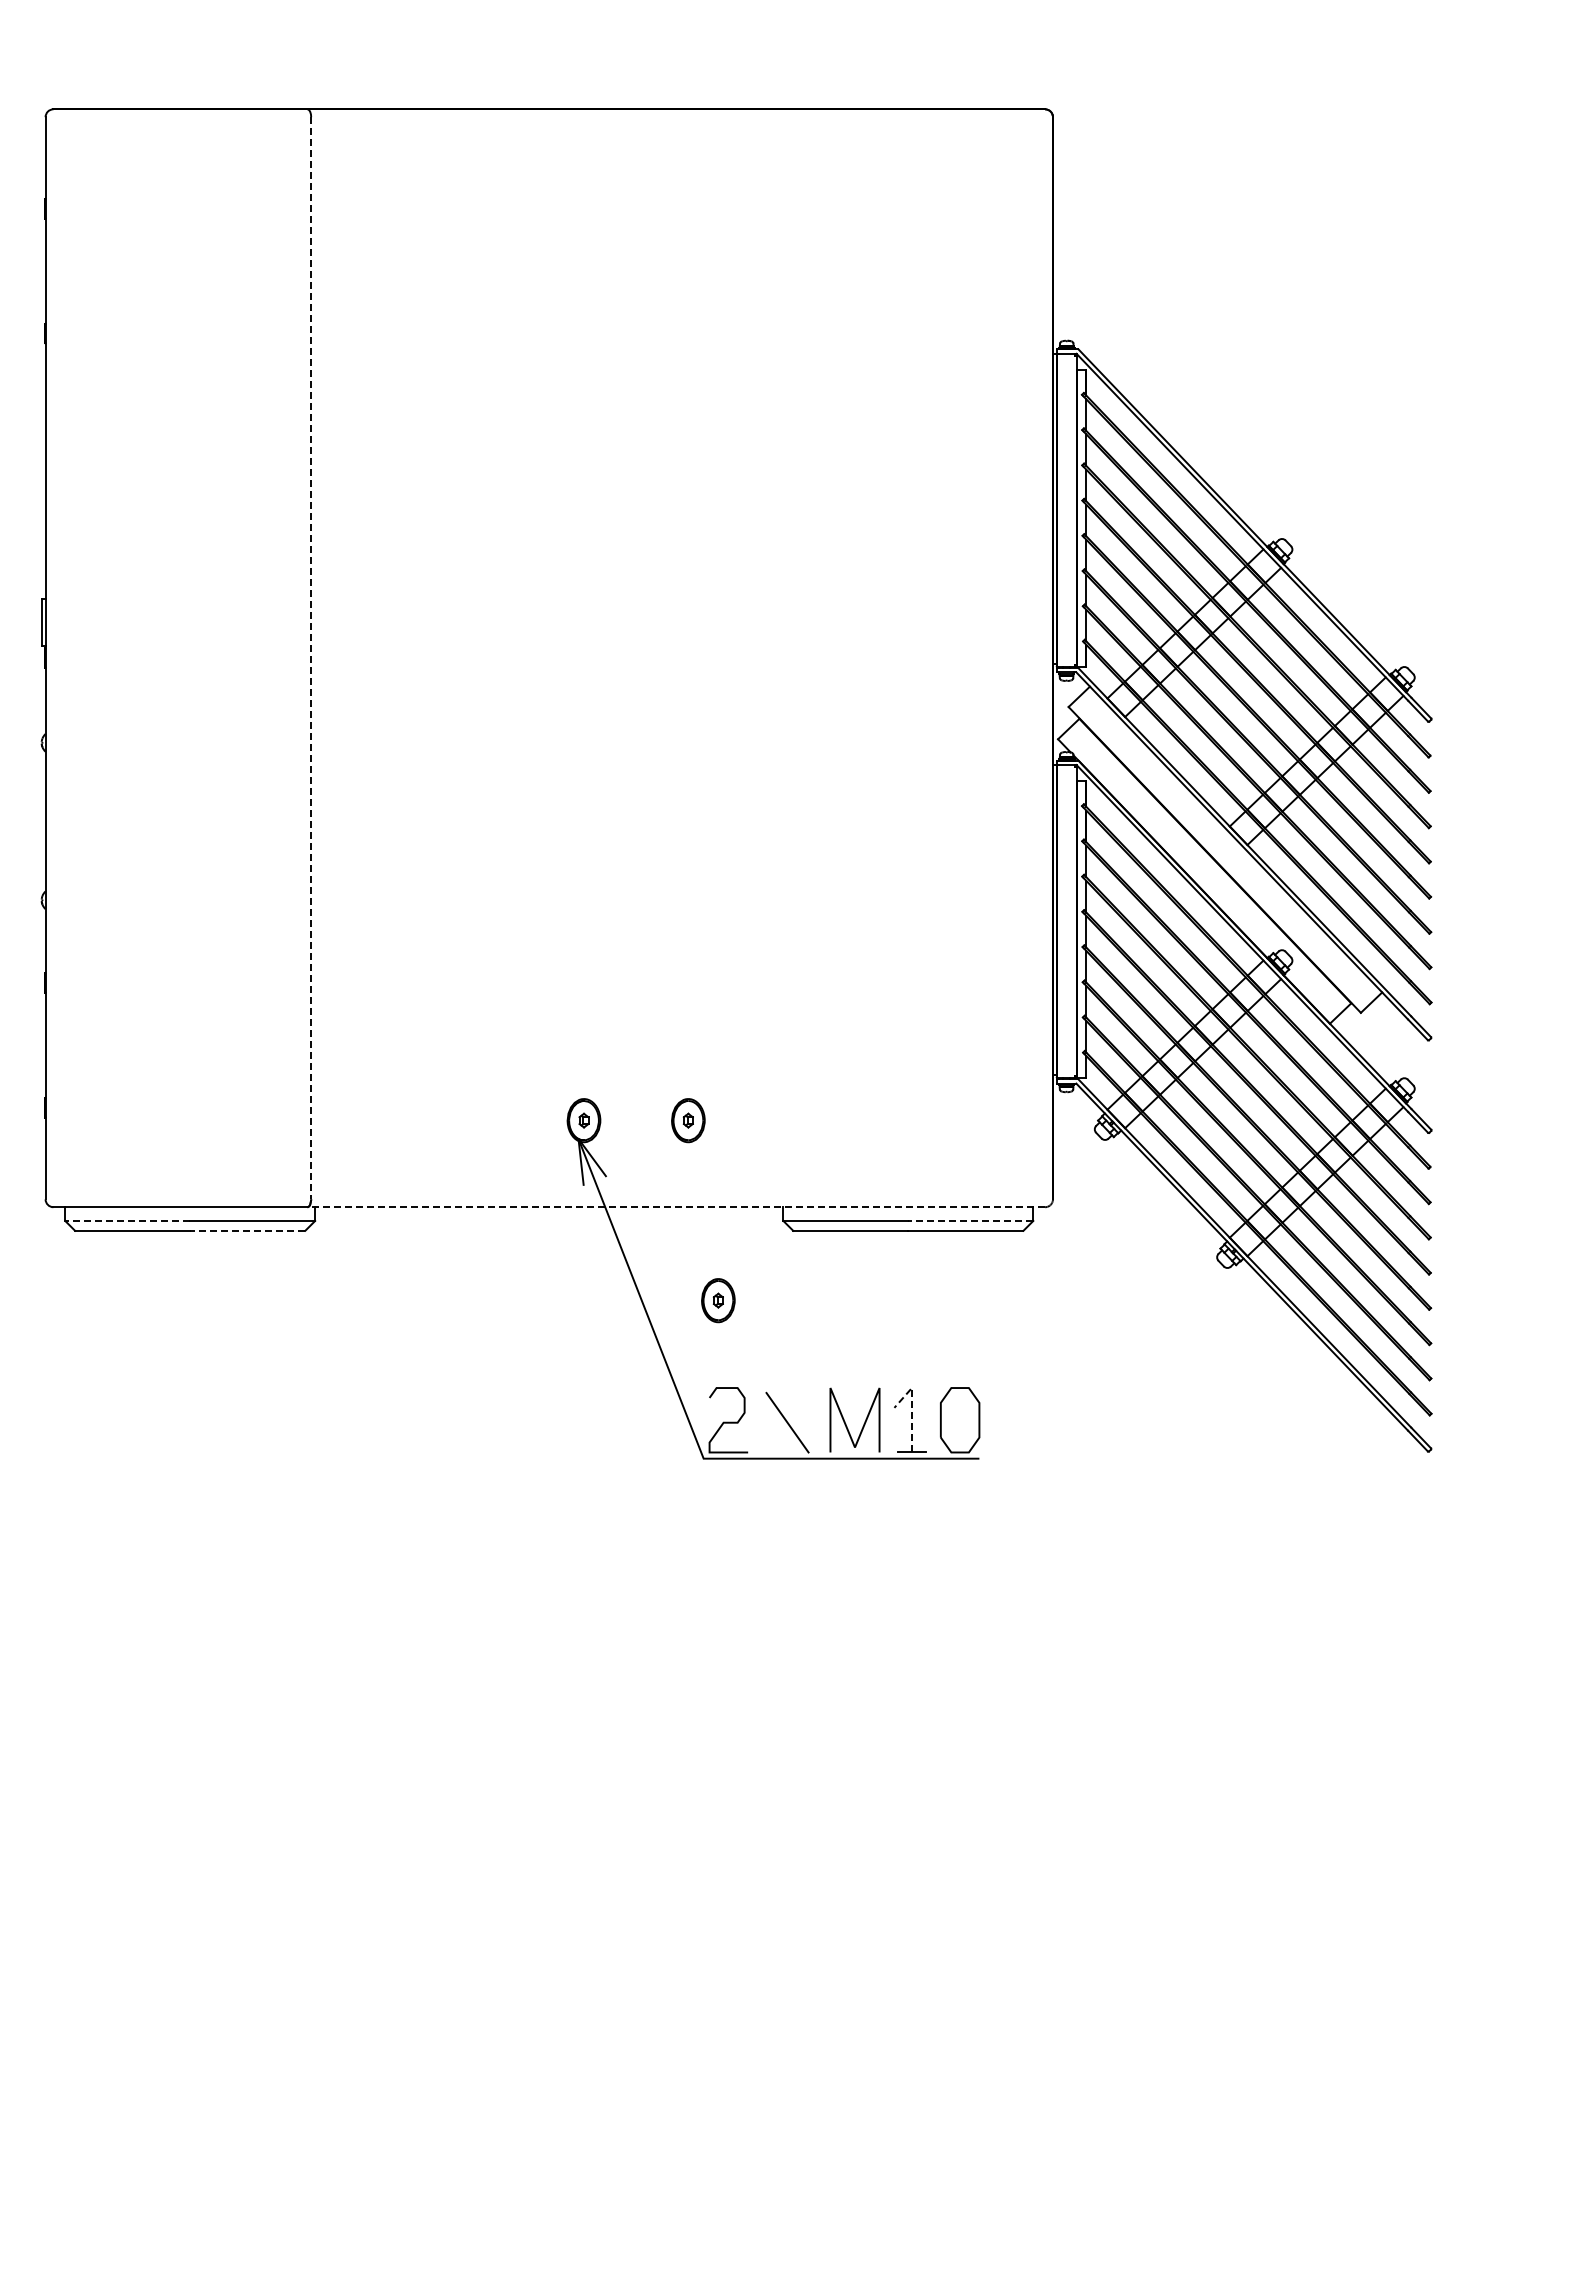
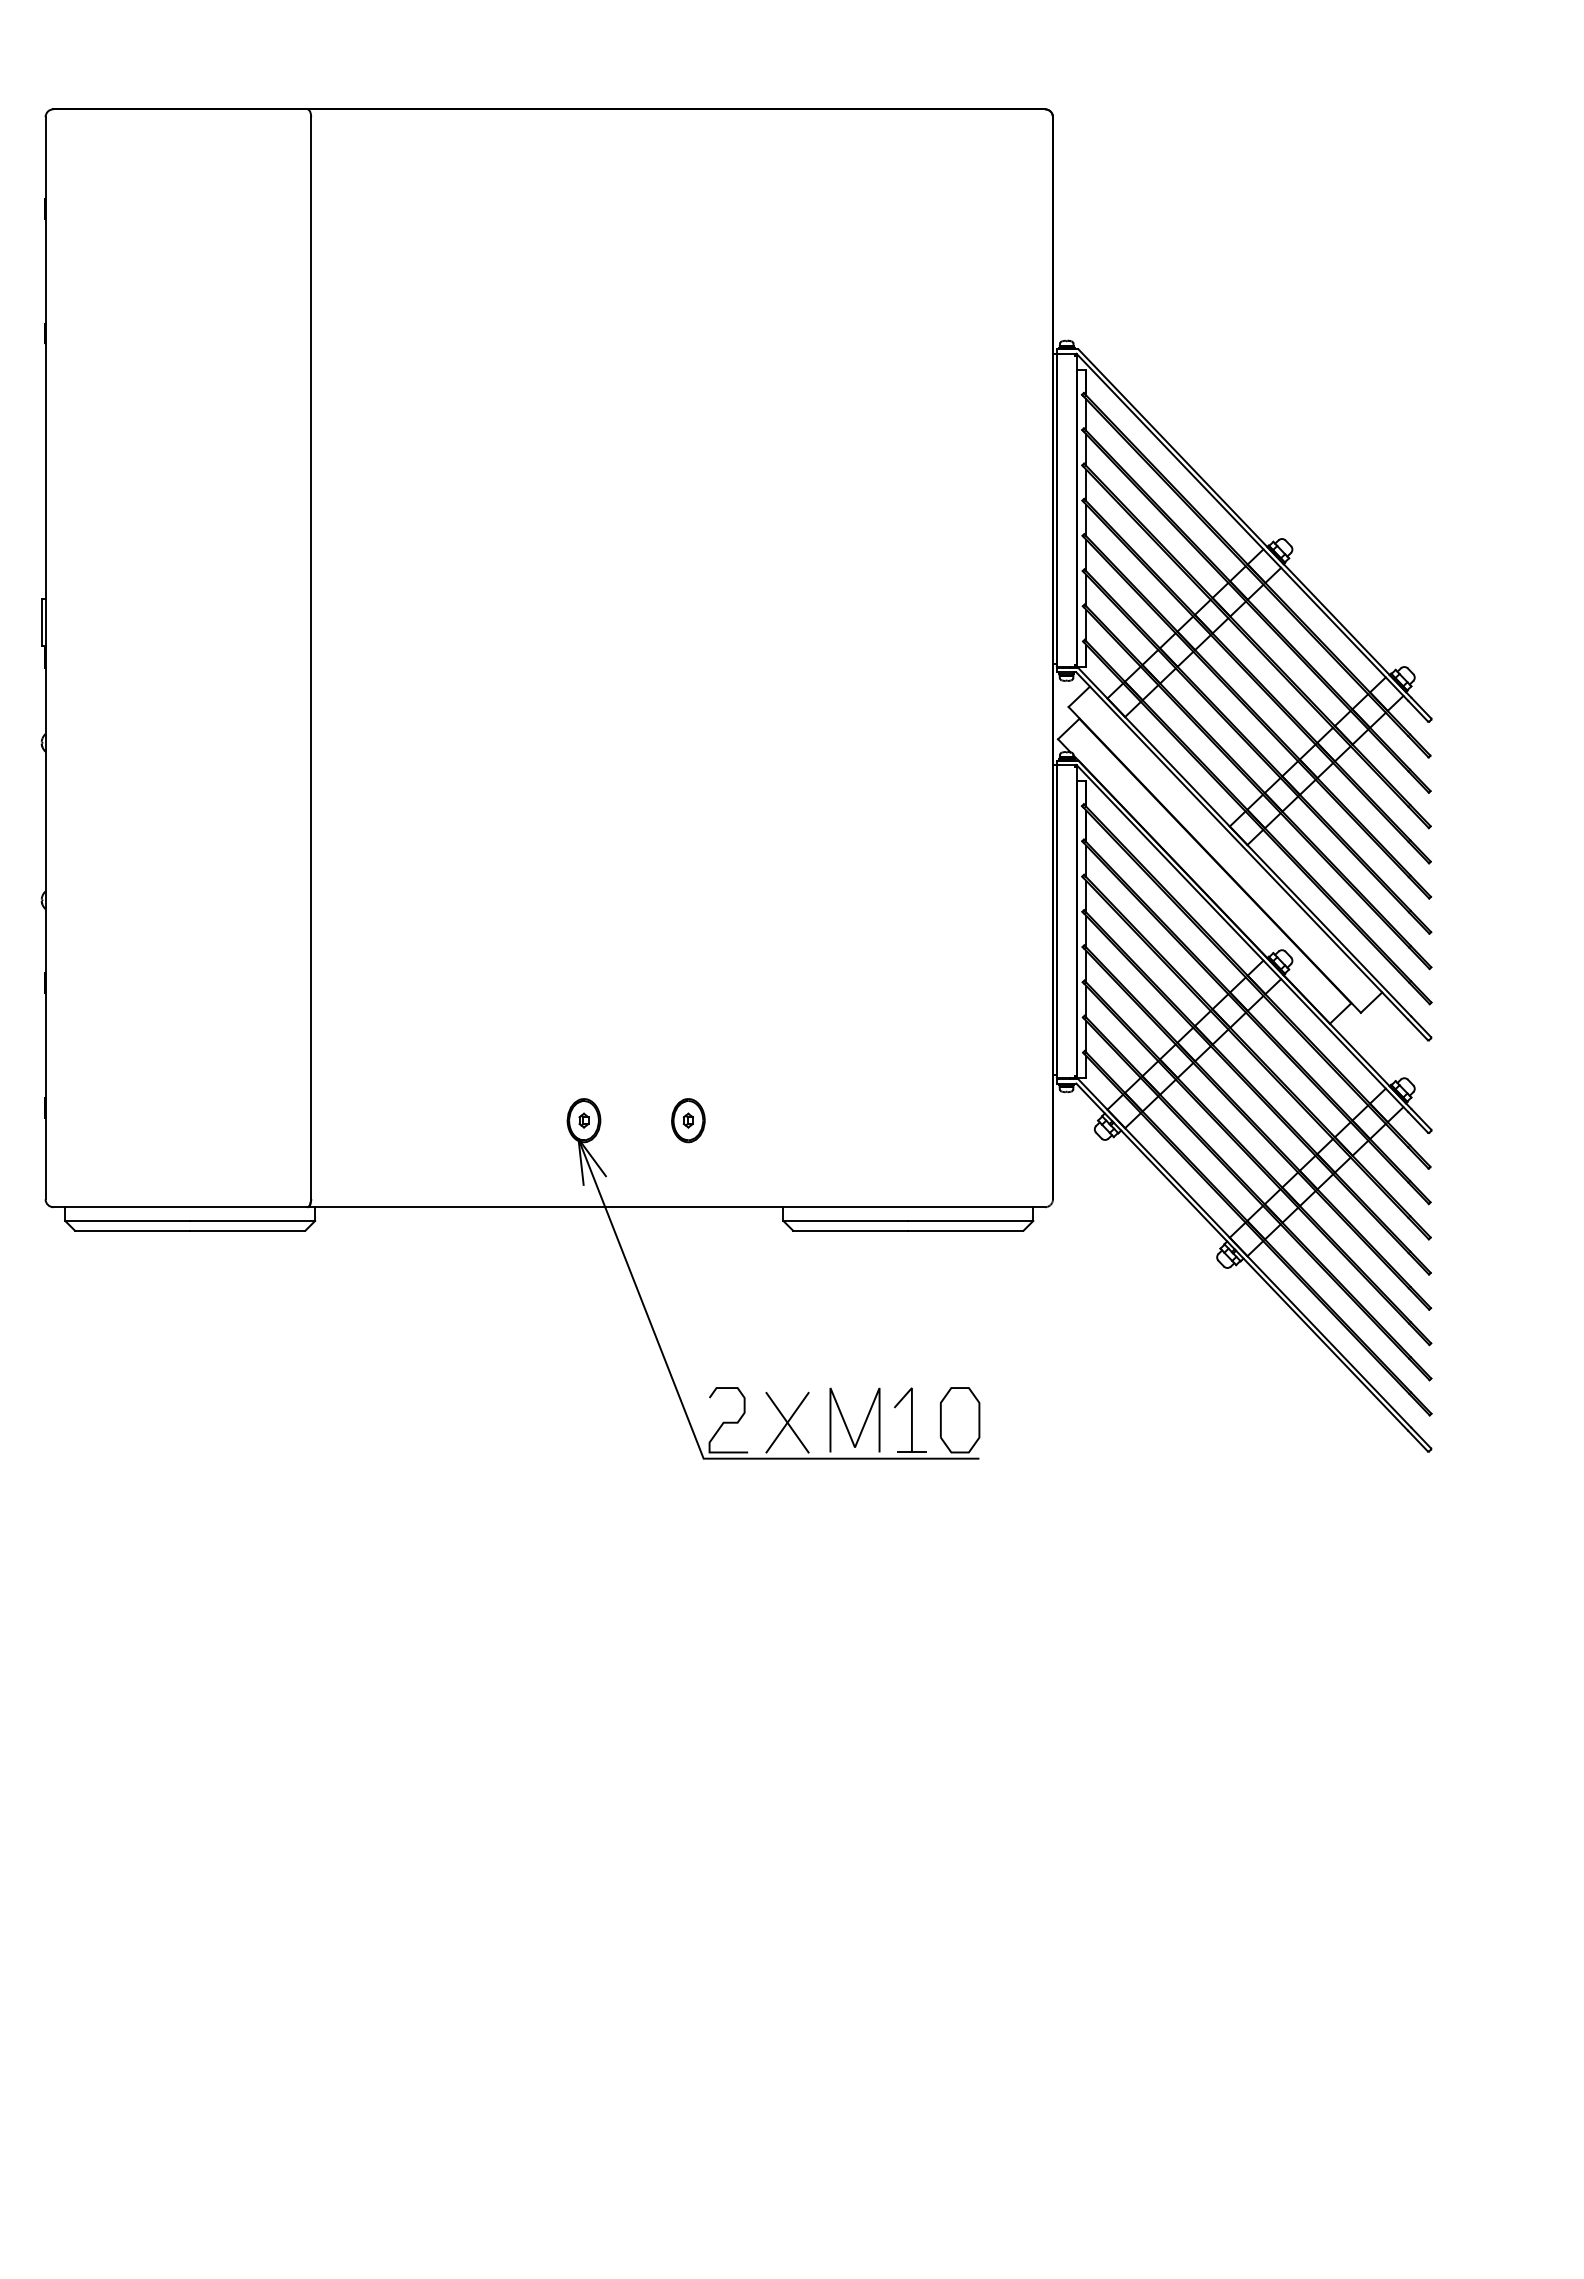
line at (311, 658): dashed -> solid
line at (676, 1207): dashed -> solid
line at (127, 1220): dashed -> solid
line at (970, 1220): dashed -> solid
line at (247, 1230): dashed -> solid
part at (718, 1300): present -> none
line at (911, 1405): dashed -> solid
line at (787, 1422): none -> present
